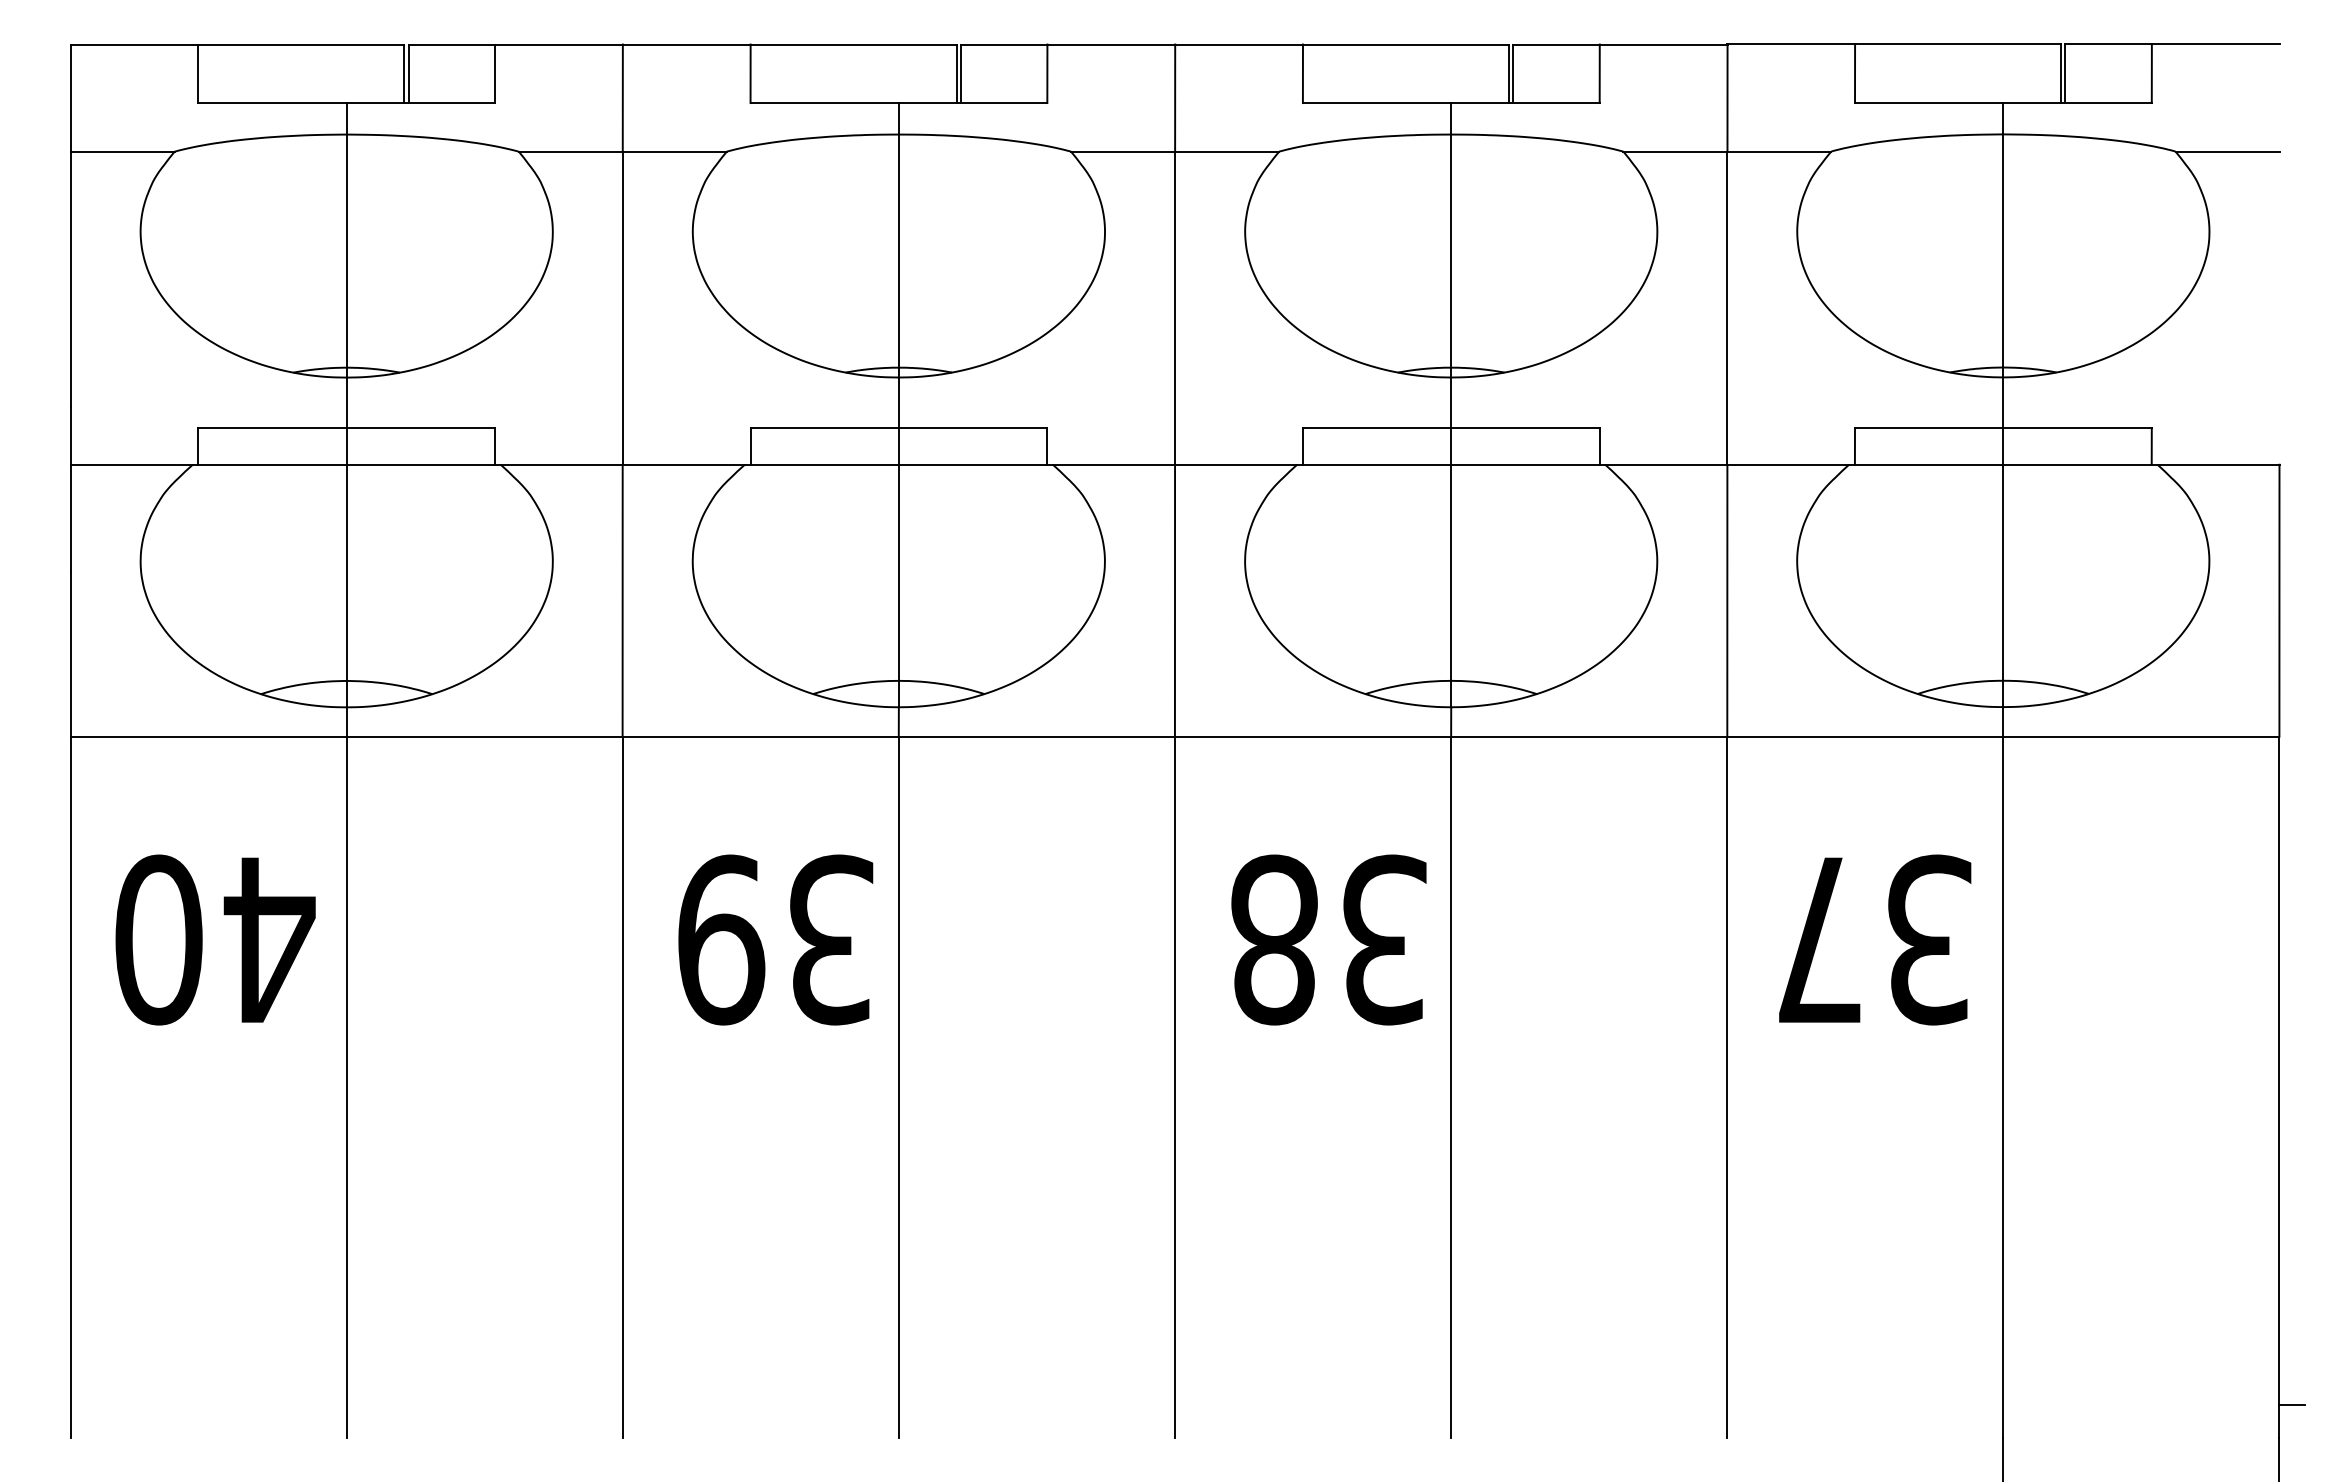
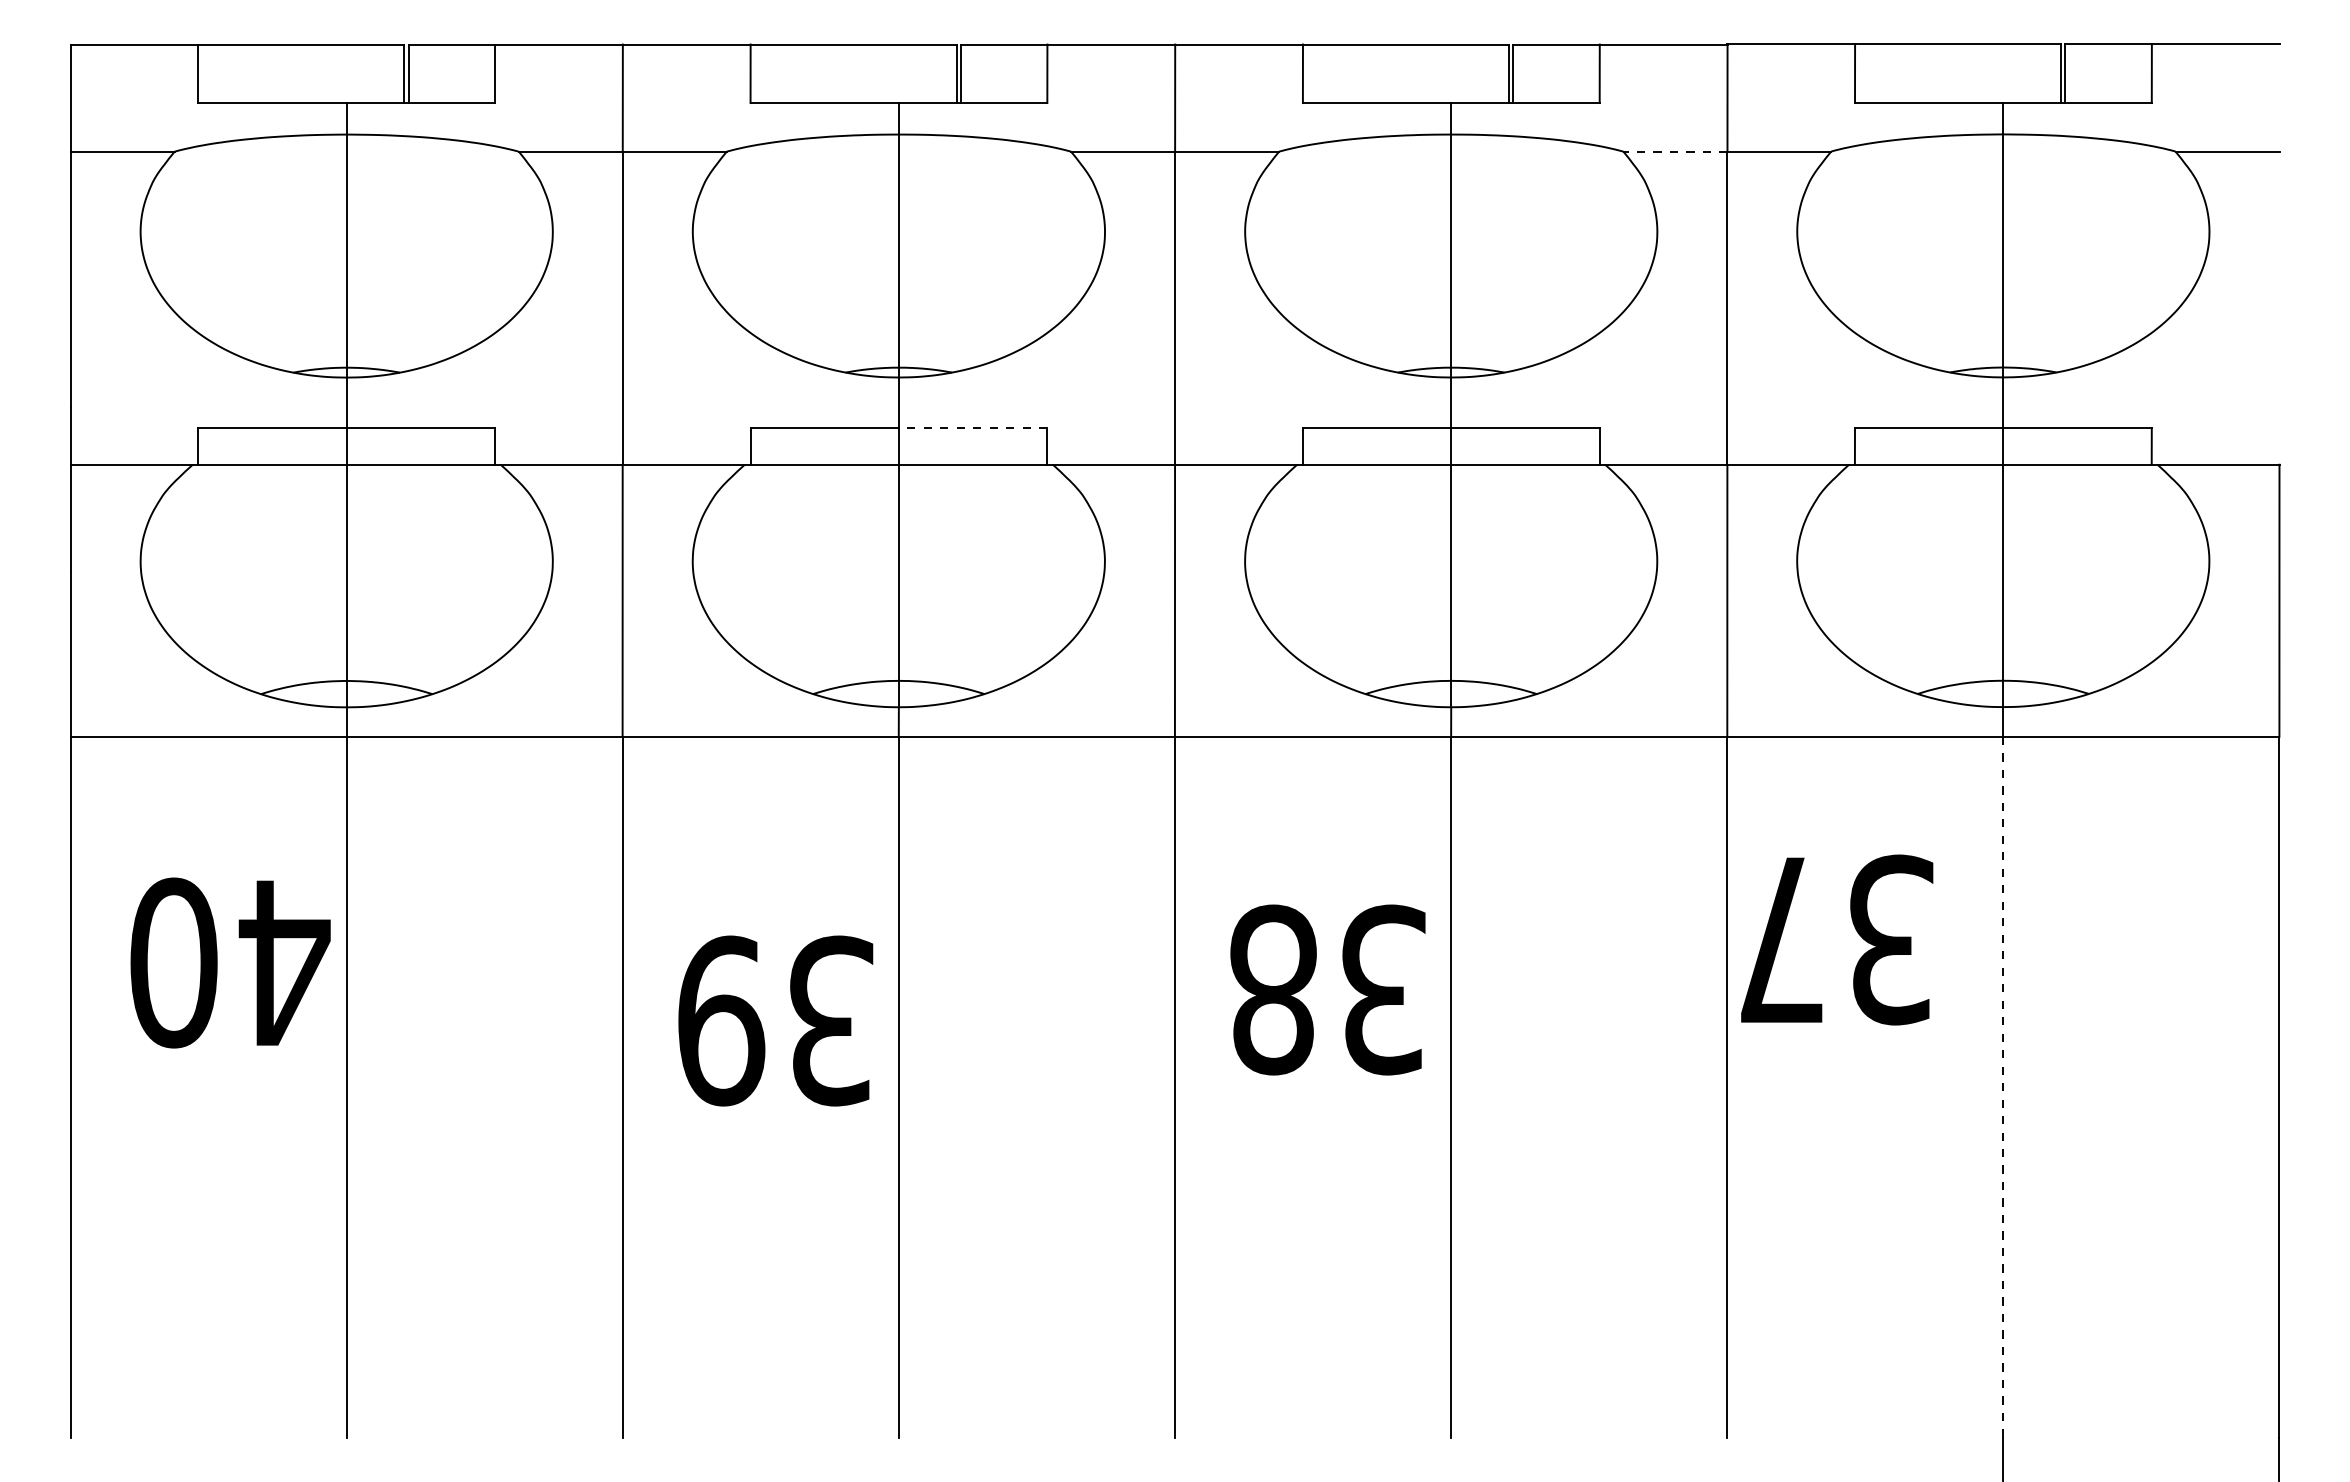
line at (1674, 151): solid -> dashed
line at (972, 428): solid -> dashed
text at (215, 939) position: (215, 939) -> (230, 962)
text at (775, 939) position: (775, 939) -> (775, 1020)
text at (1328, 939) position: (1328, 939) -> (1327, 989)
text at (1875, 939) position: (1875, 939) -> (1837, 939)
line at (2003, 1087): solid -> dashed
line at (2291, 1404): present -> none
